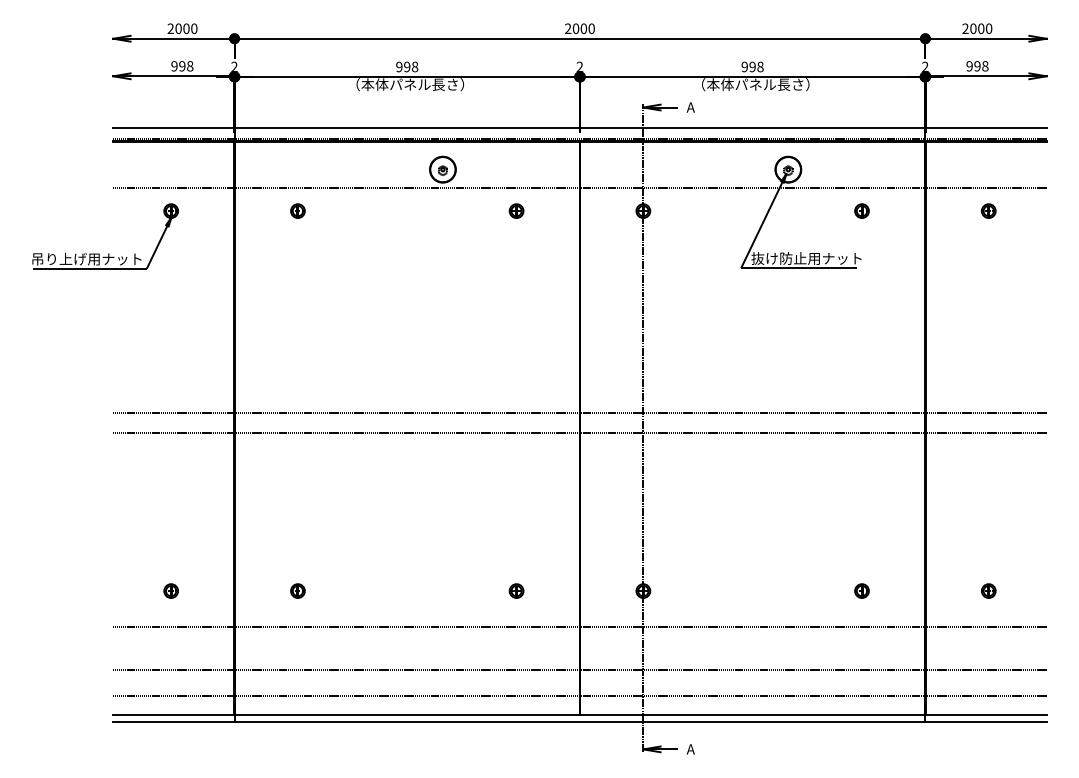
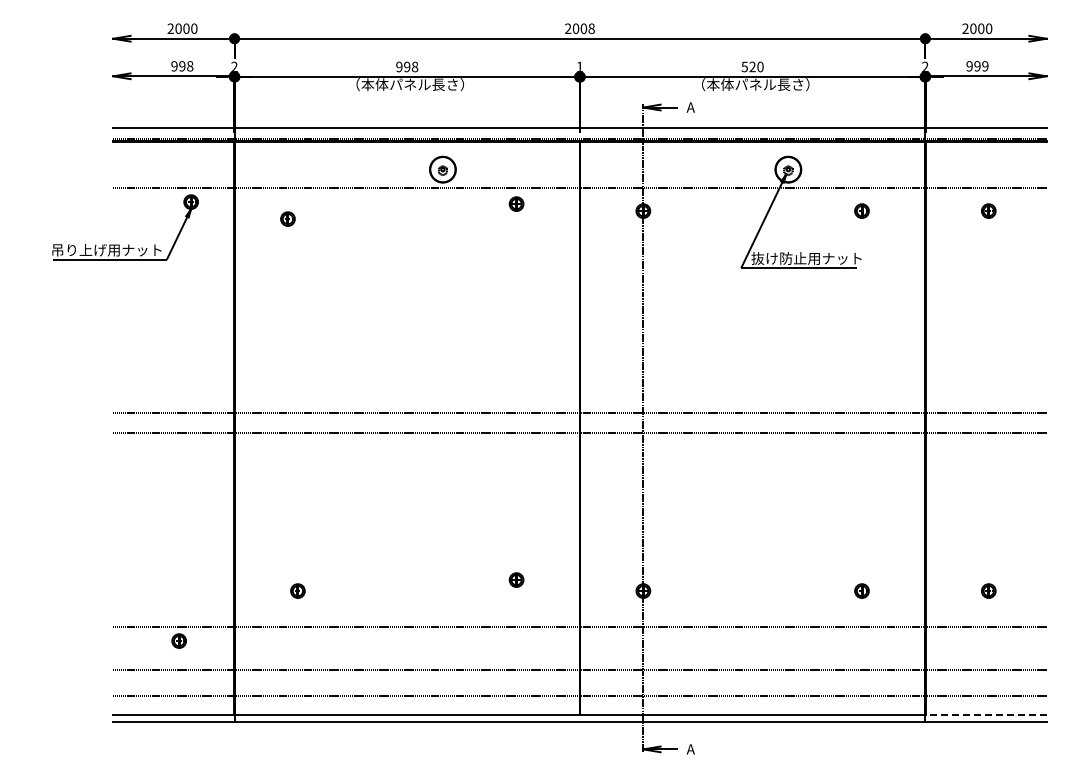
text at (591, 28): 2000 -> 2008
text at (579, 66): 2 -> 1
text at (752, 66): 998 -> 520
text at (985, 66): 998 -> 999
part at (297, 210) position: (297, 210) -> (287, 218)
part at (516, 210) position: (516, 210) -> (516, 203)
part at (108, 253) position: (108, 253) -> (128, 244)
part at (170, 590) position: (170, 590) -> (178, 640)
part at (516, 590) position: (516, 590) -> (516, 579)
line at (985, 715): solid -> dashed
